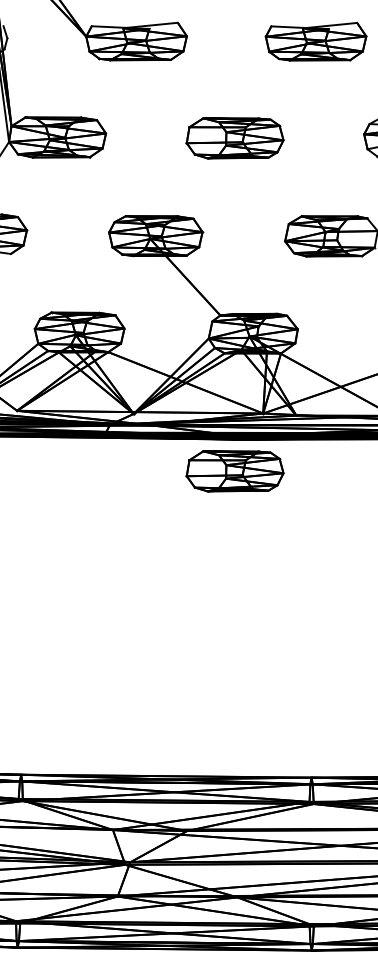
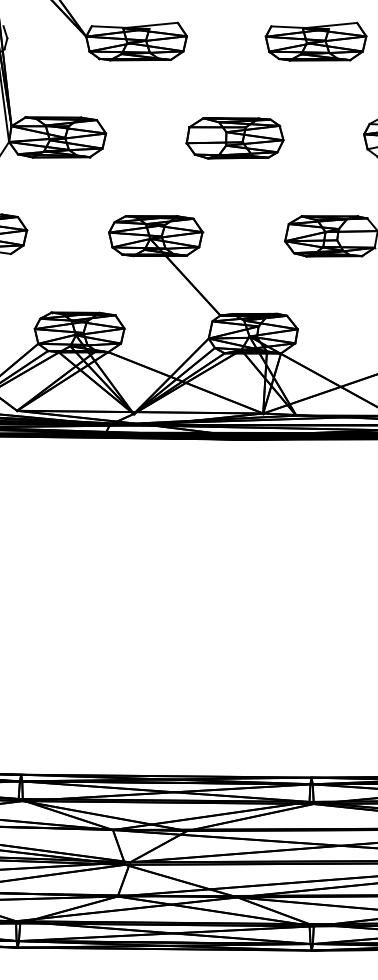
part at (234, 471): present -> none
